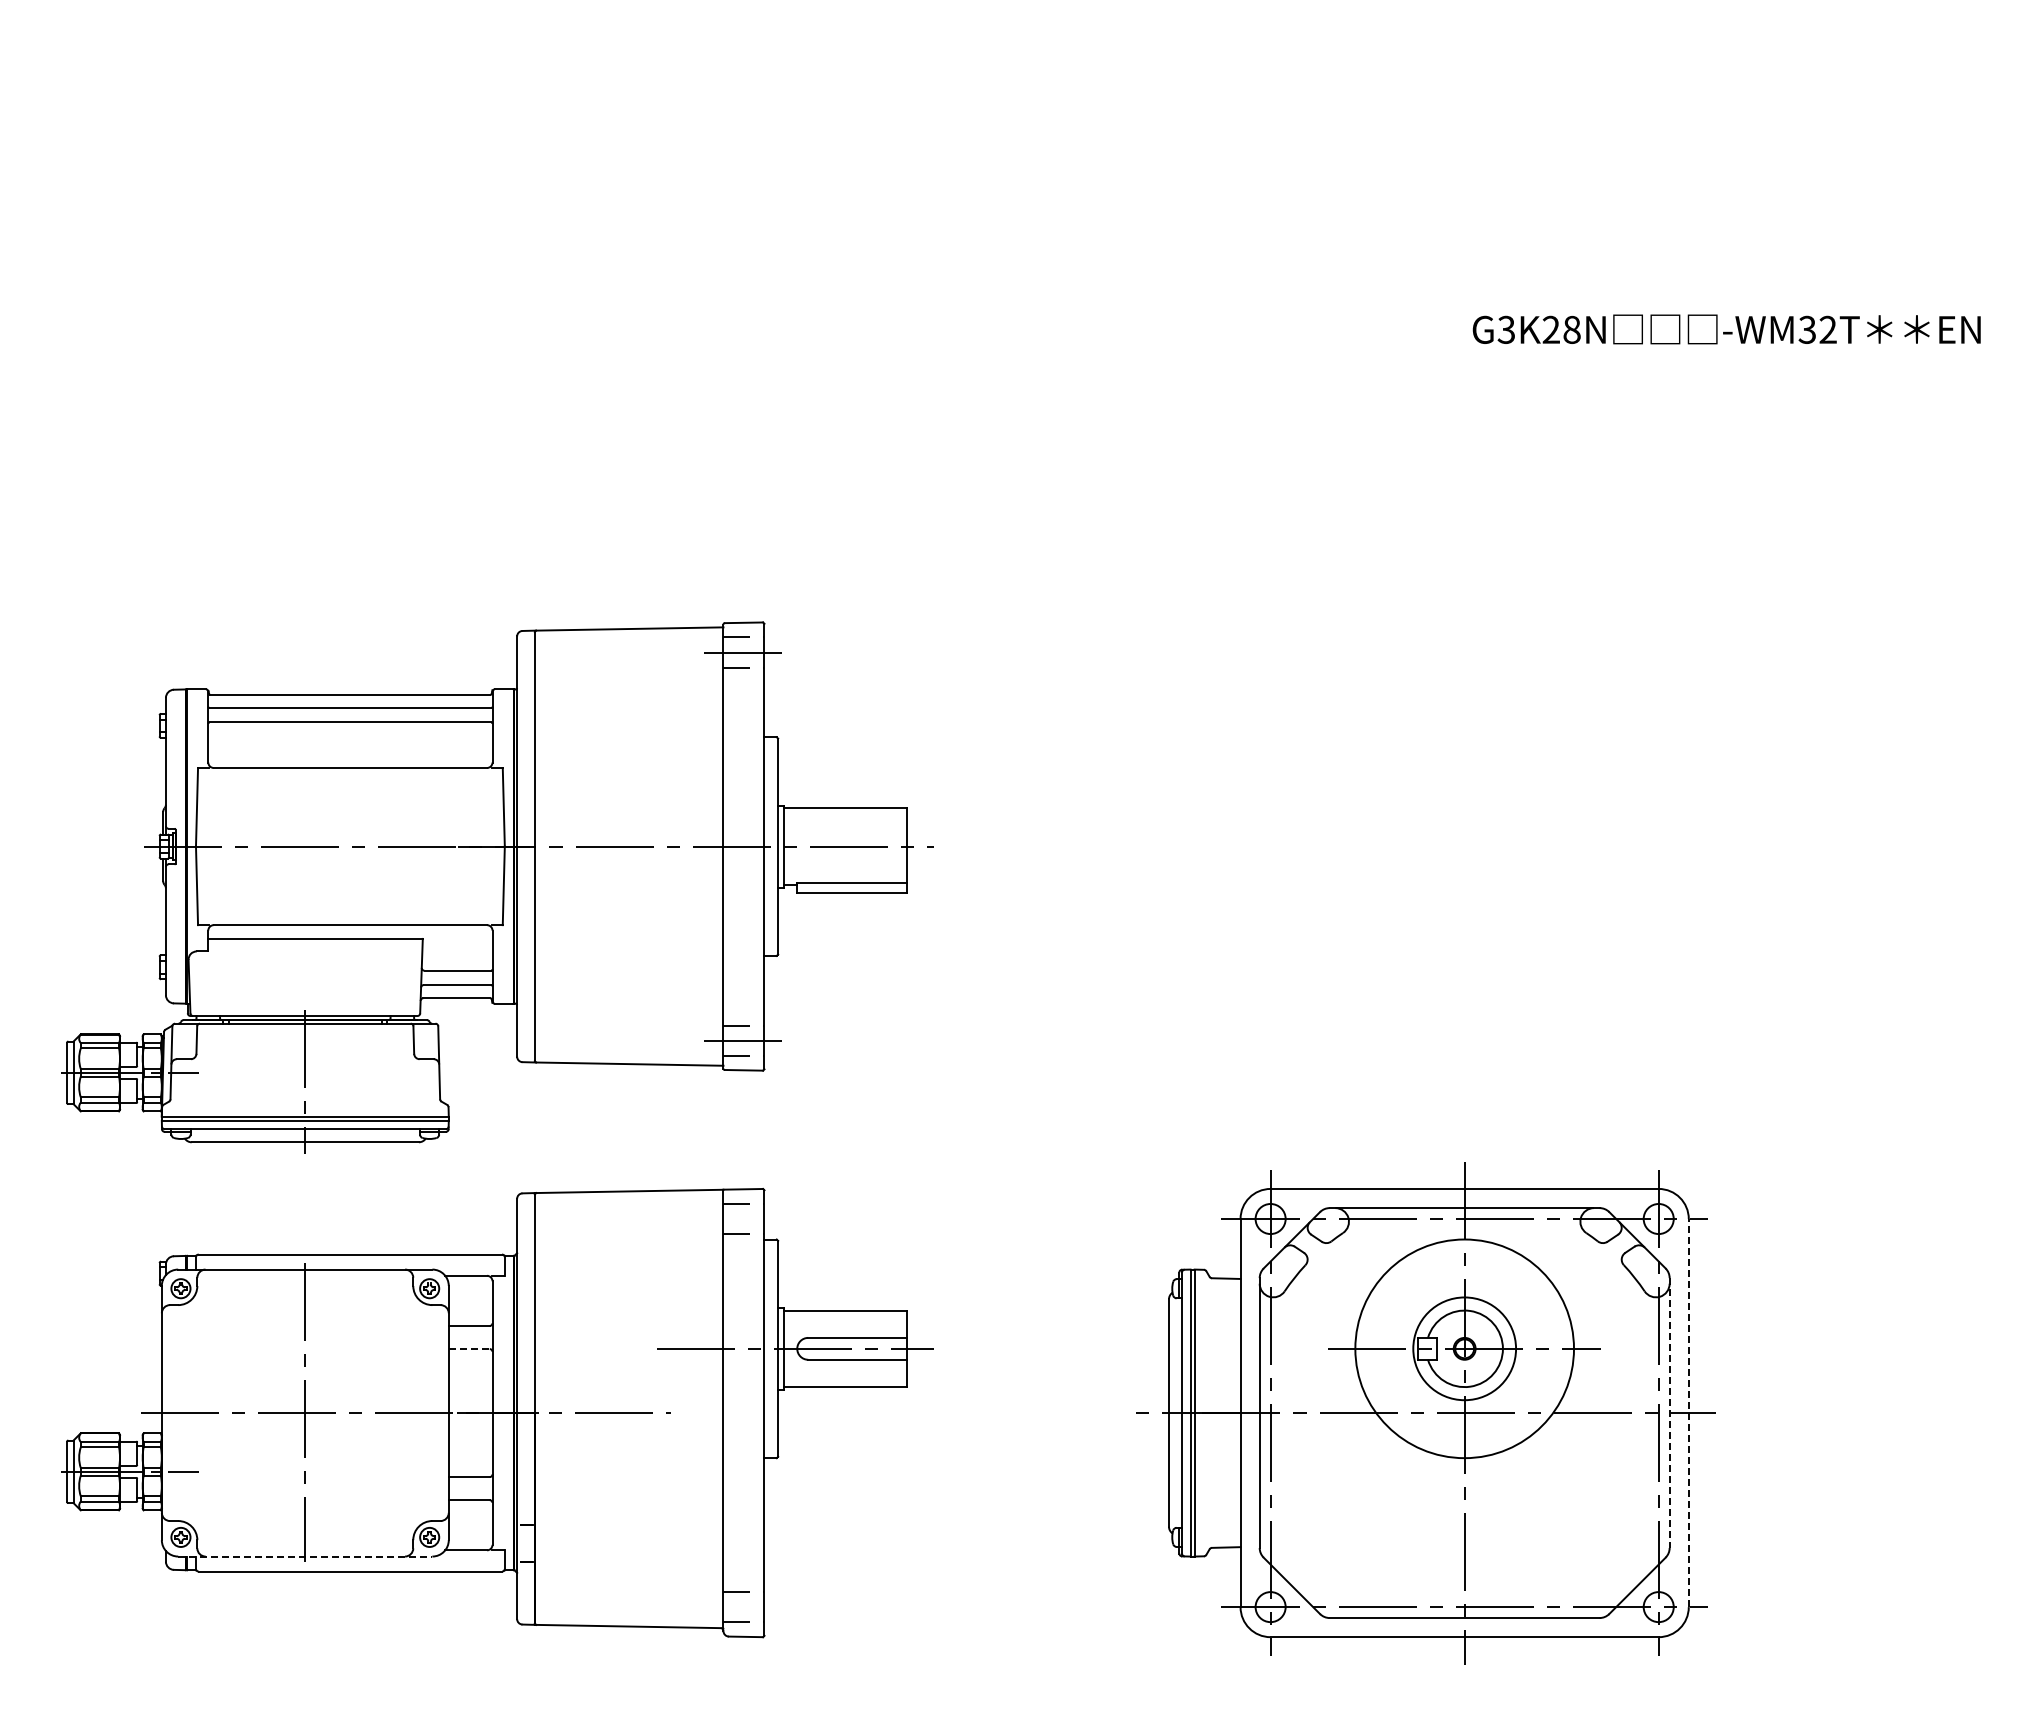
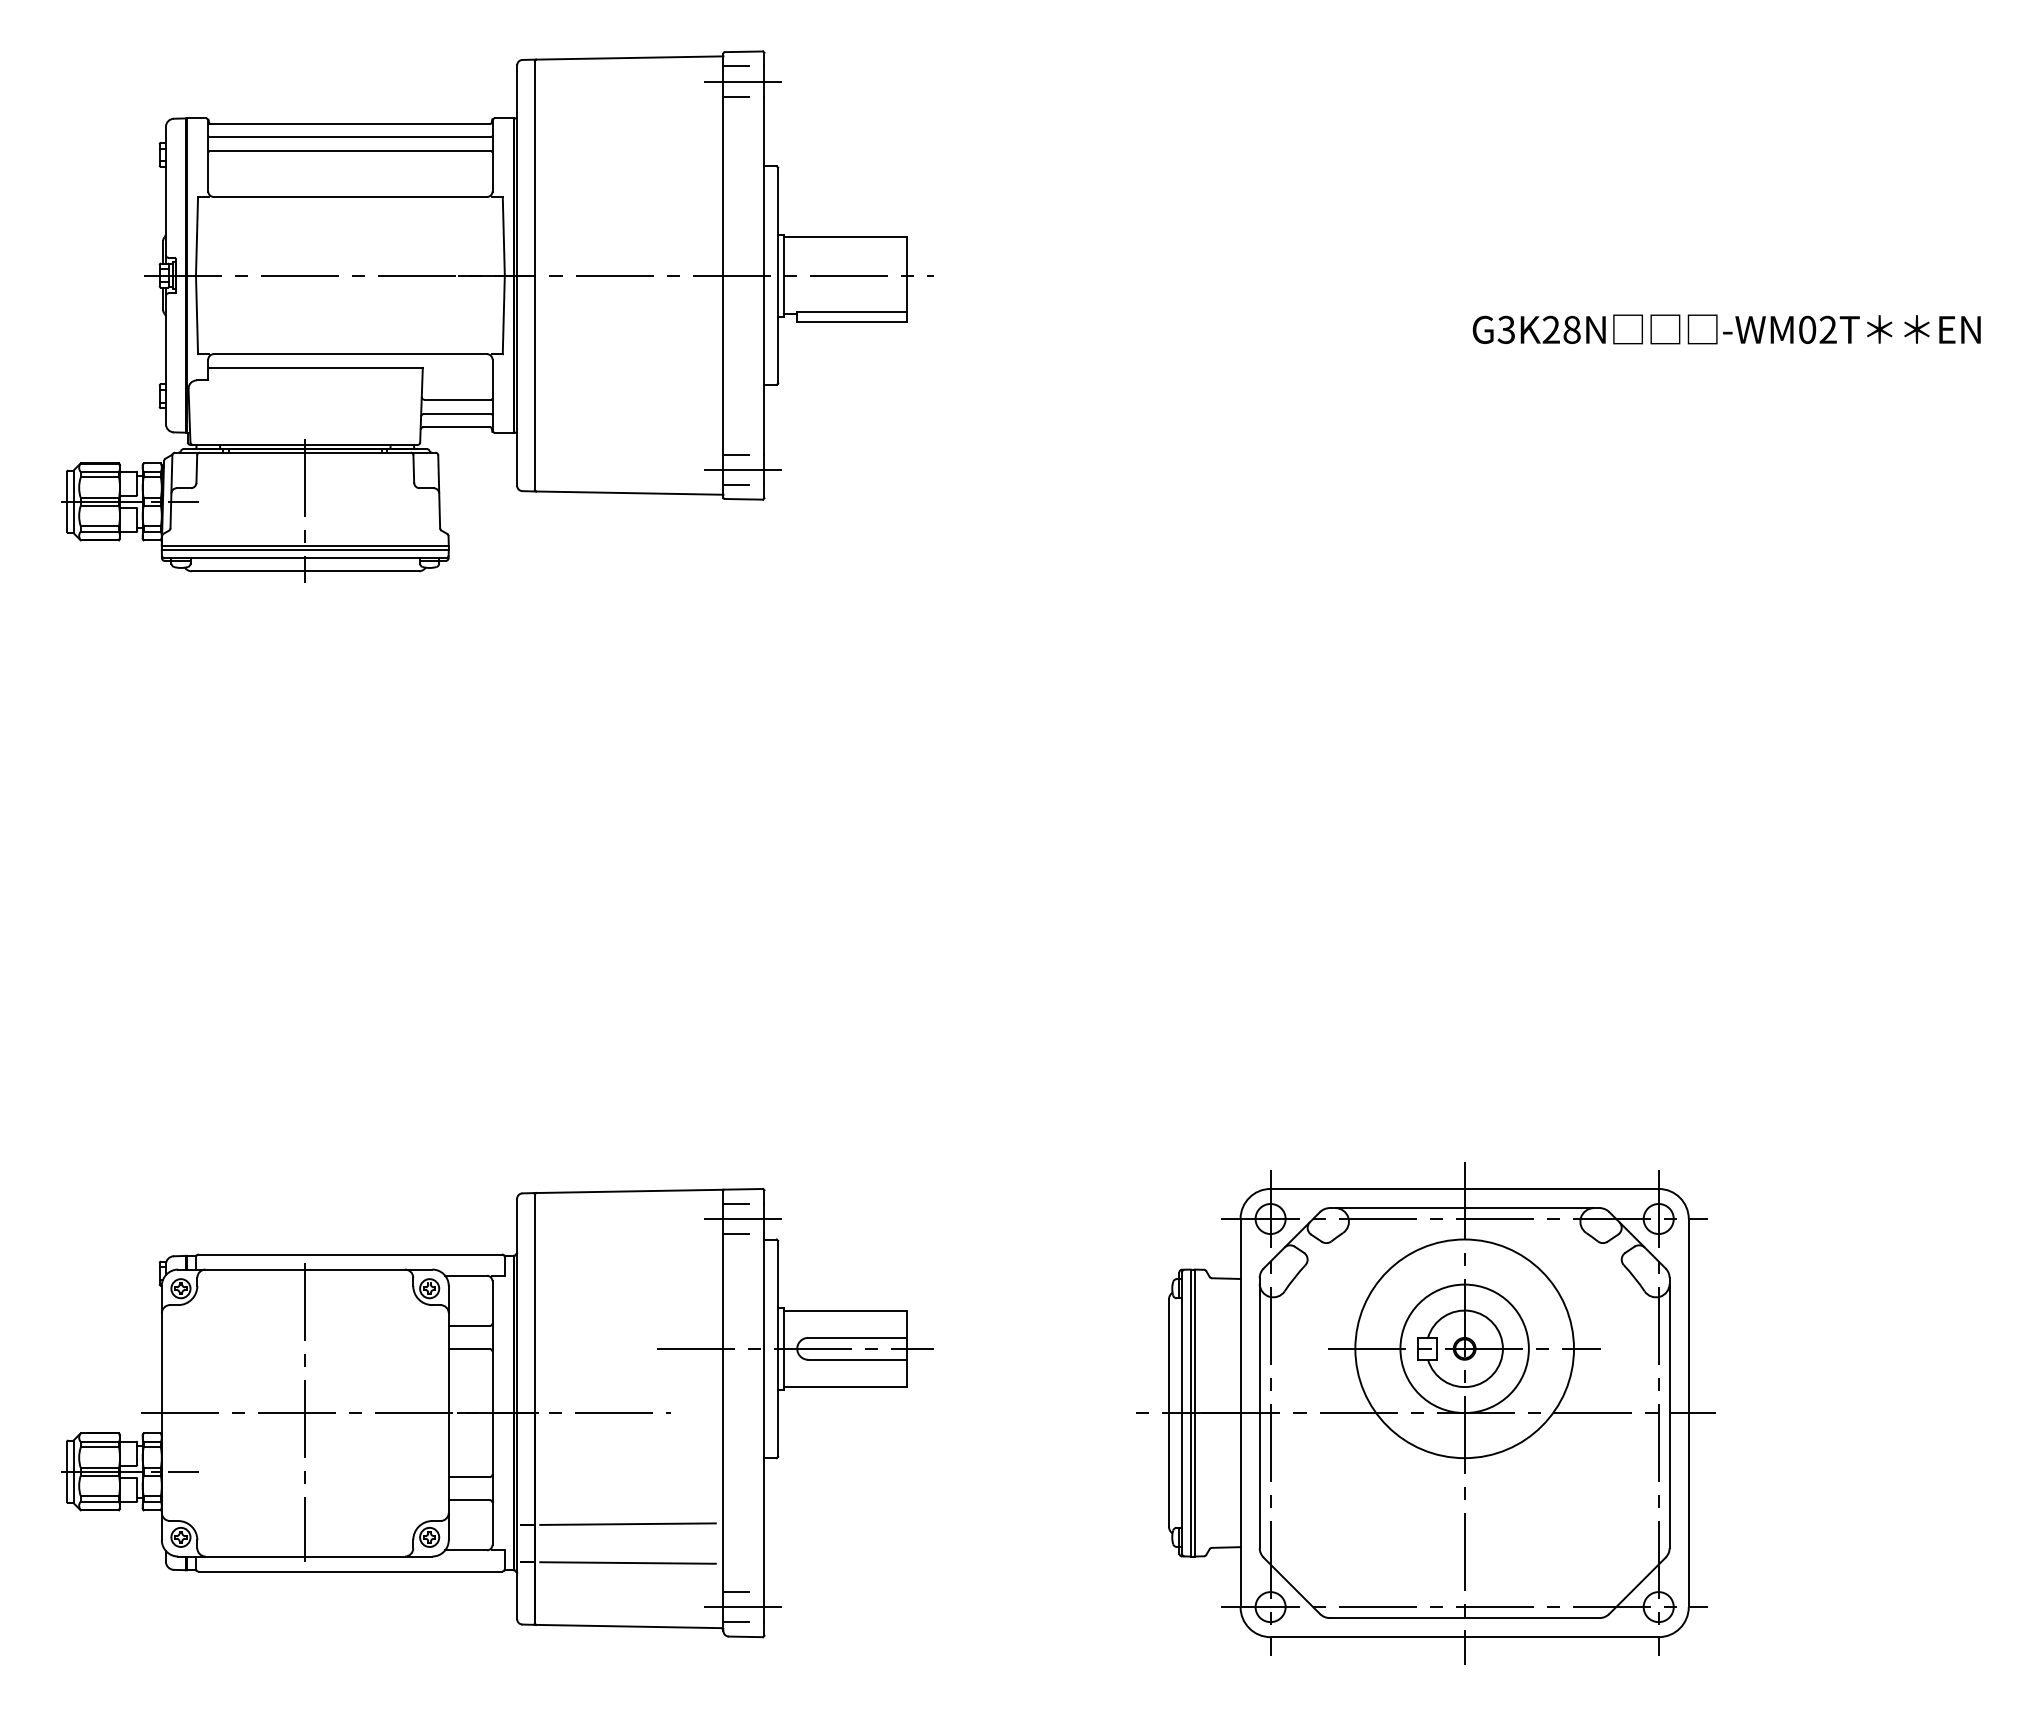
text at (1807, 329): -WM32T -> -WM02T
part at (497, 887) position: (497, 887) -> (497, 316)
line at (743, 1219): none -> present
circle at (1464, 1348) diameter: 103 px -> 128 px
line at (469, 1349): dashed -> solid
line at (1688, 1412): dashed -> solid
line at (1669, 1413): dashed -> solid
line at (627, 1523): none -> present
line at (305, 1556): dashed -> solid
line at (627, 1562): none -> present
line at (743, 1607): none -> present
